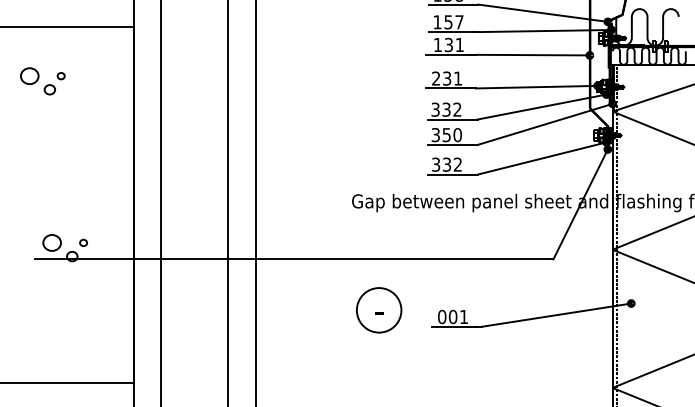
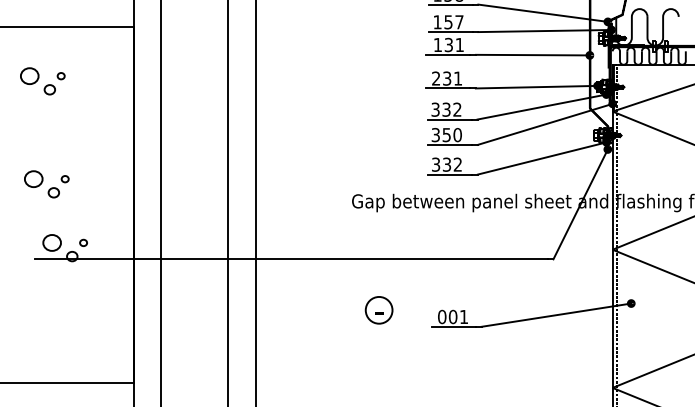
part at (46, 184): none -> present
circle at (378, 310) diameter: 45 px -> 27 px
